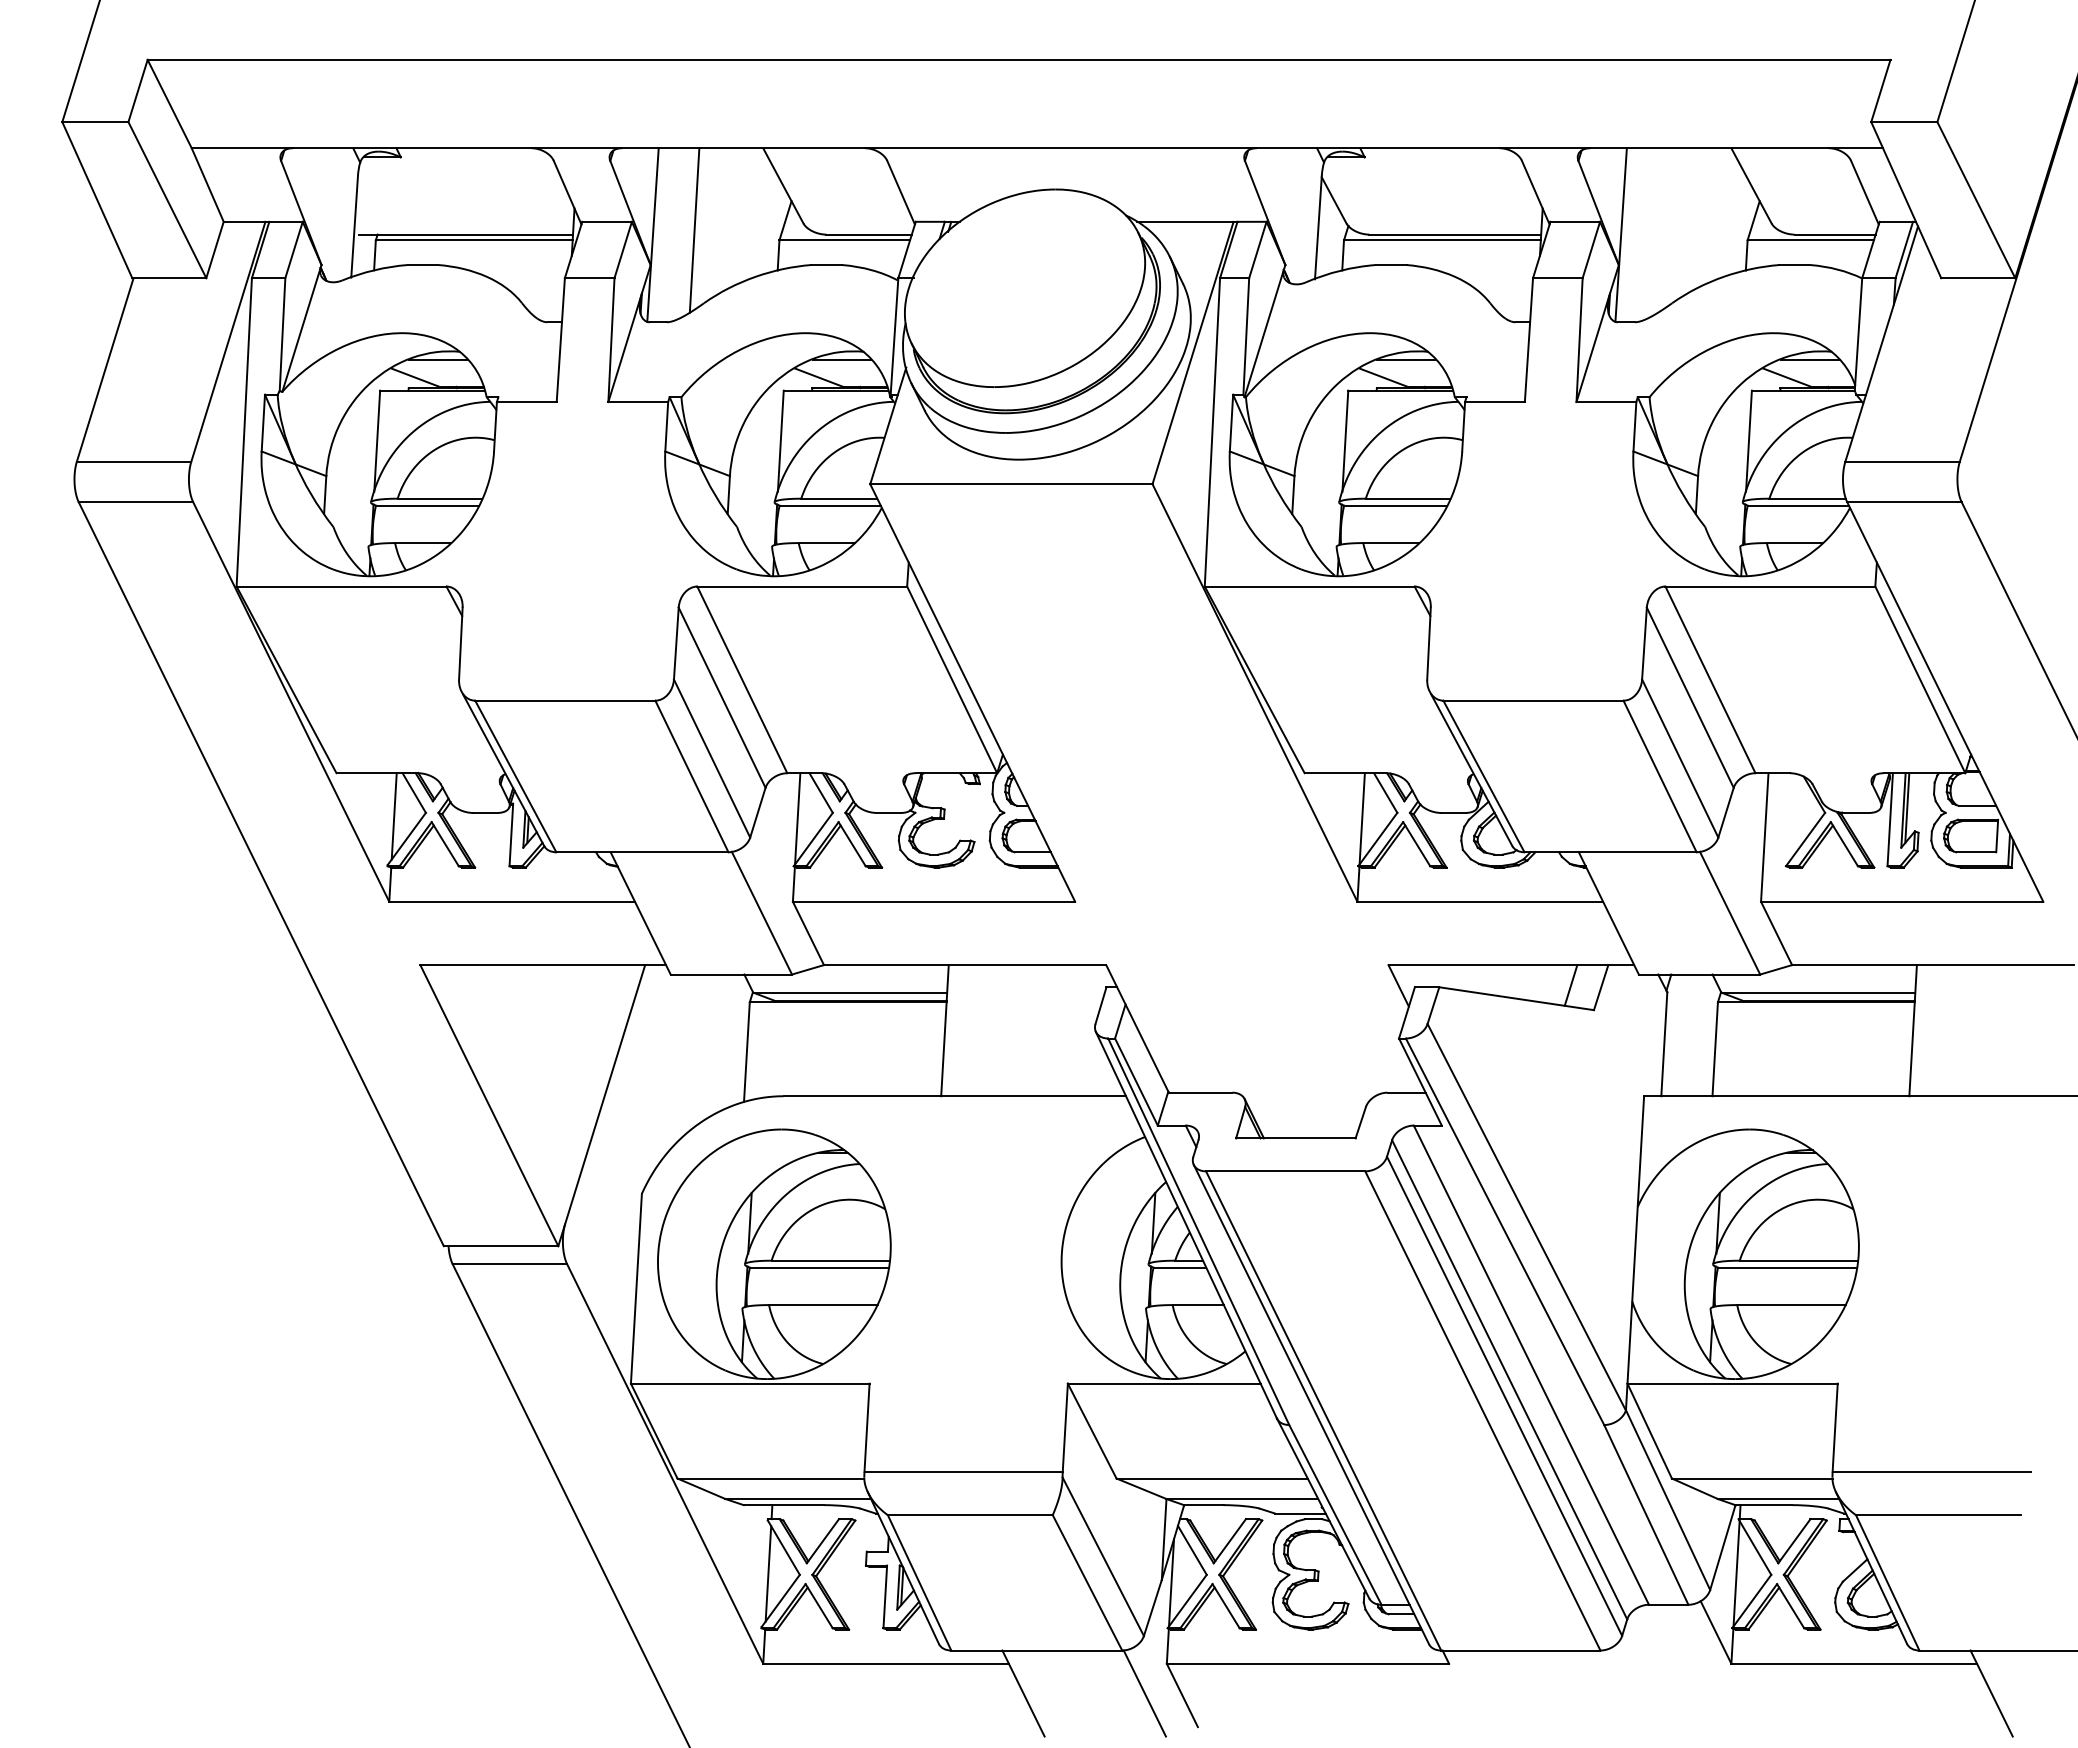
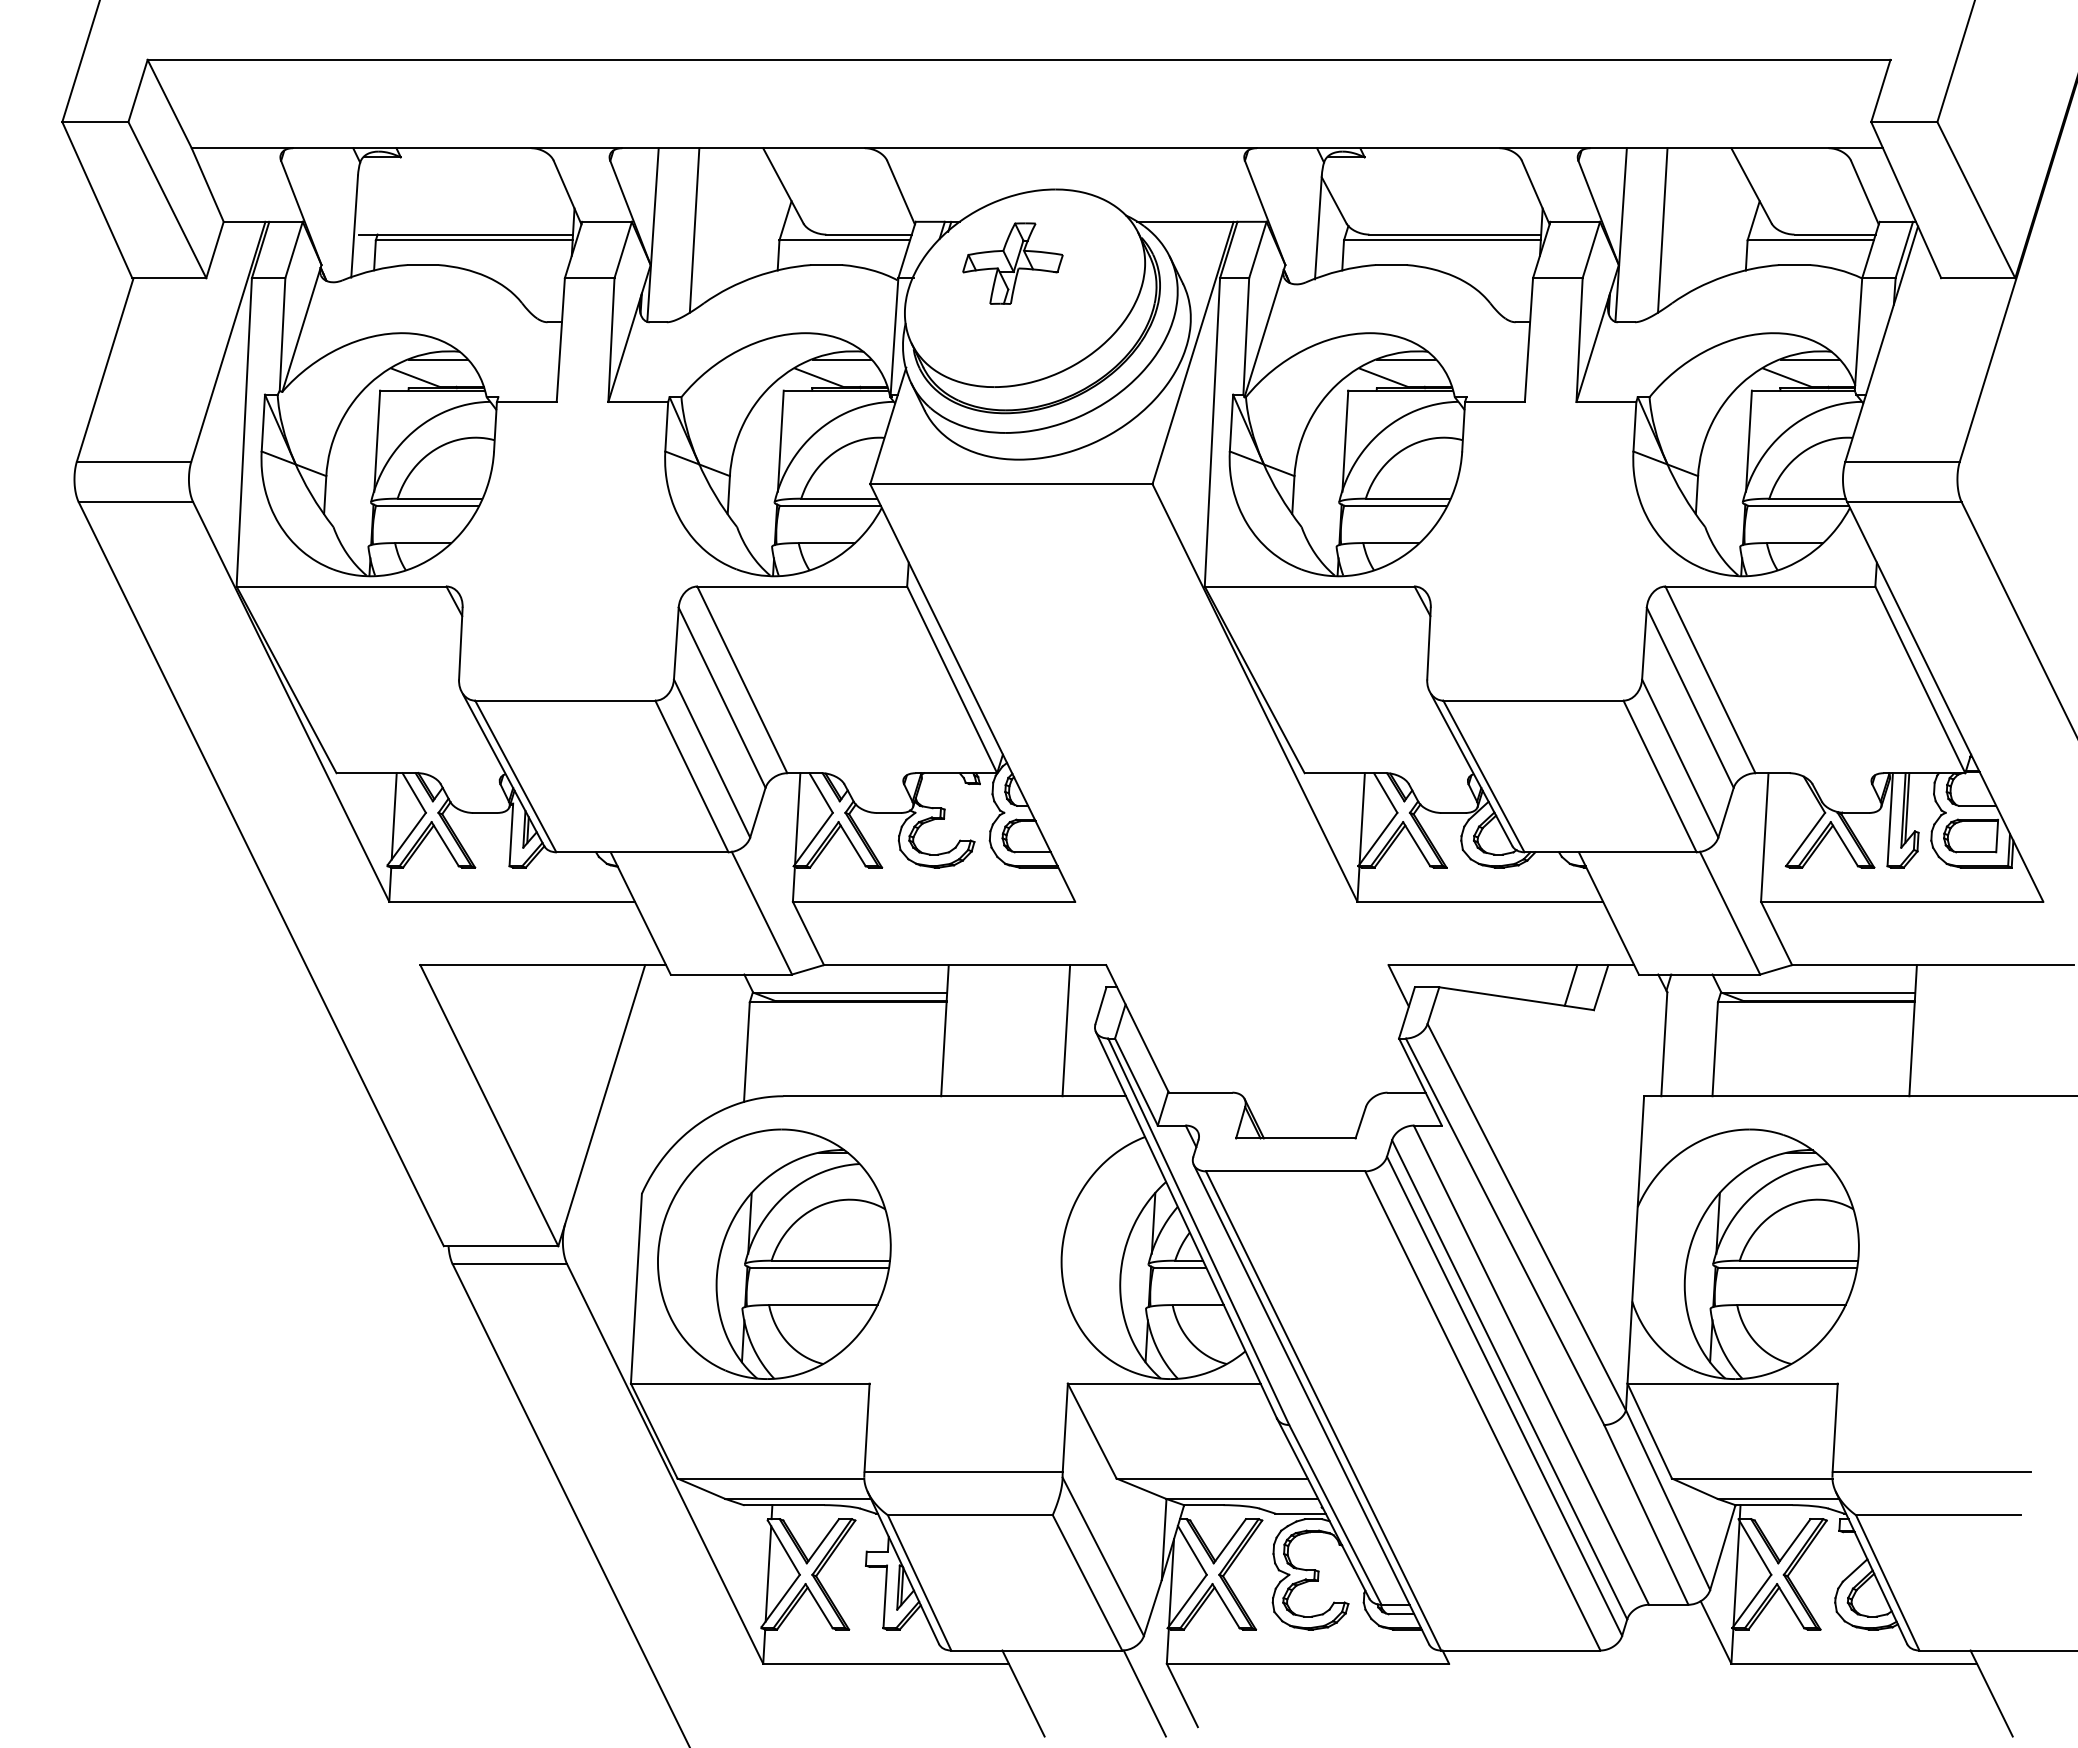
line at (1662, 230): none -> present
part at (1012, 263): none -> present
line at (1066, 1030): none -> present
